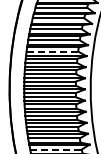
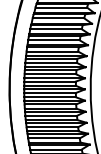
line at (52, 51): dashed -> solid
line at (56, 149): dashed -> solid
